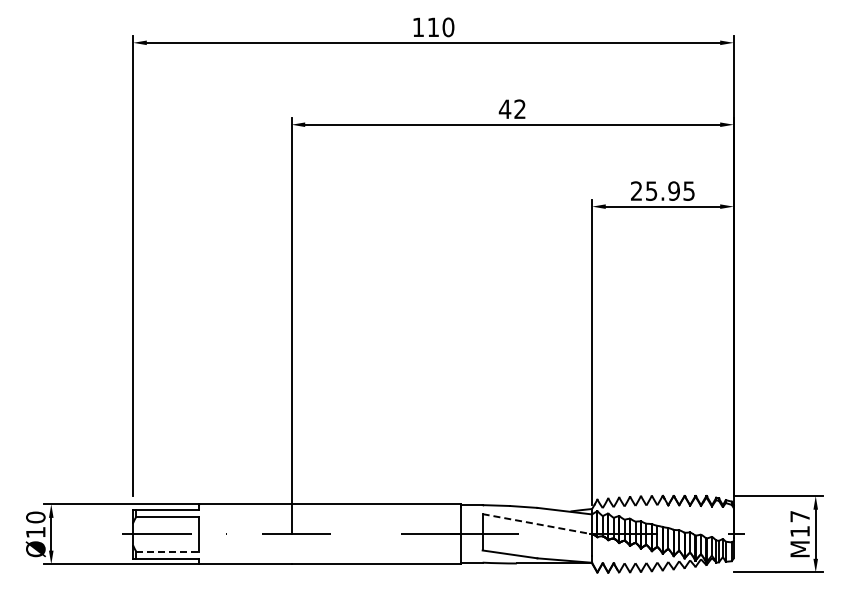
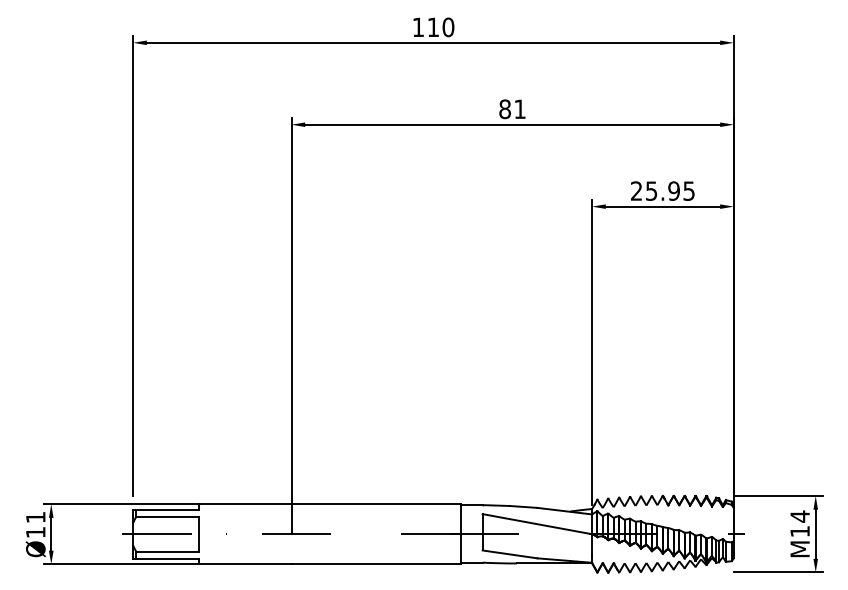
text at (511, 109): 42 -> 81
text at (799, 516): M17 -> M14
text at (35, 517): Ø10 -> Ø11
line at (537, 524): dashed -> solid
line at (167, 551): dashed -> solid
